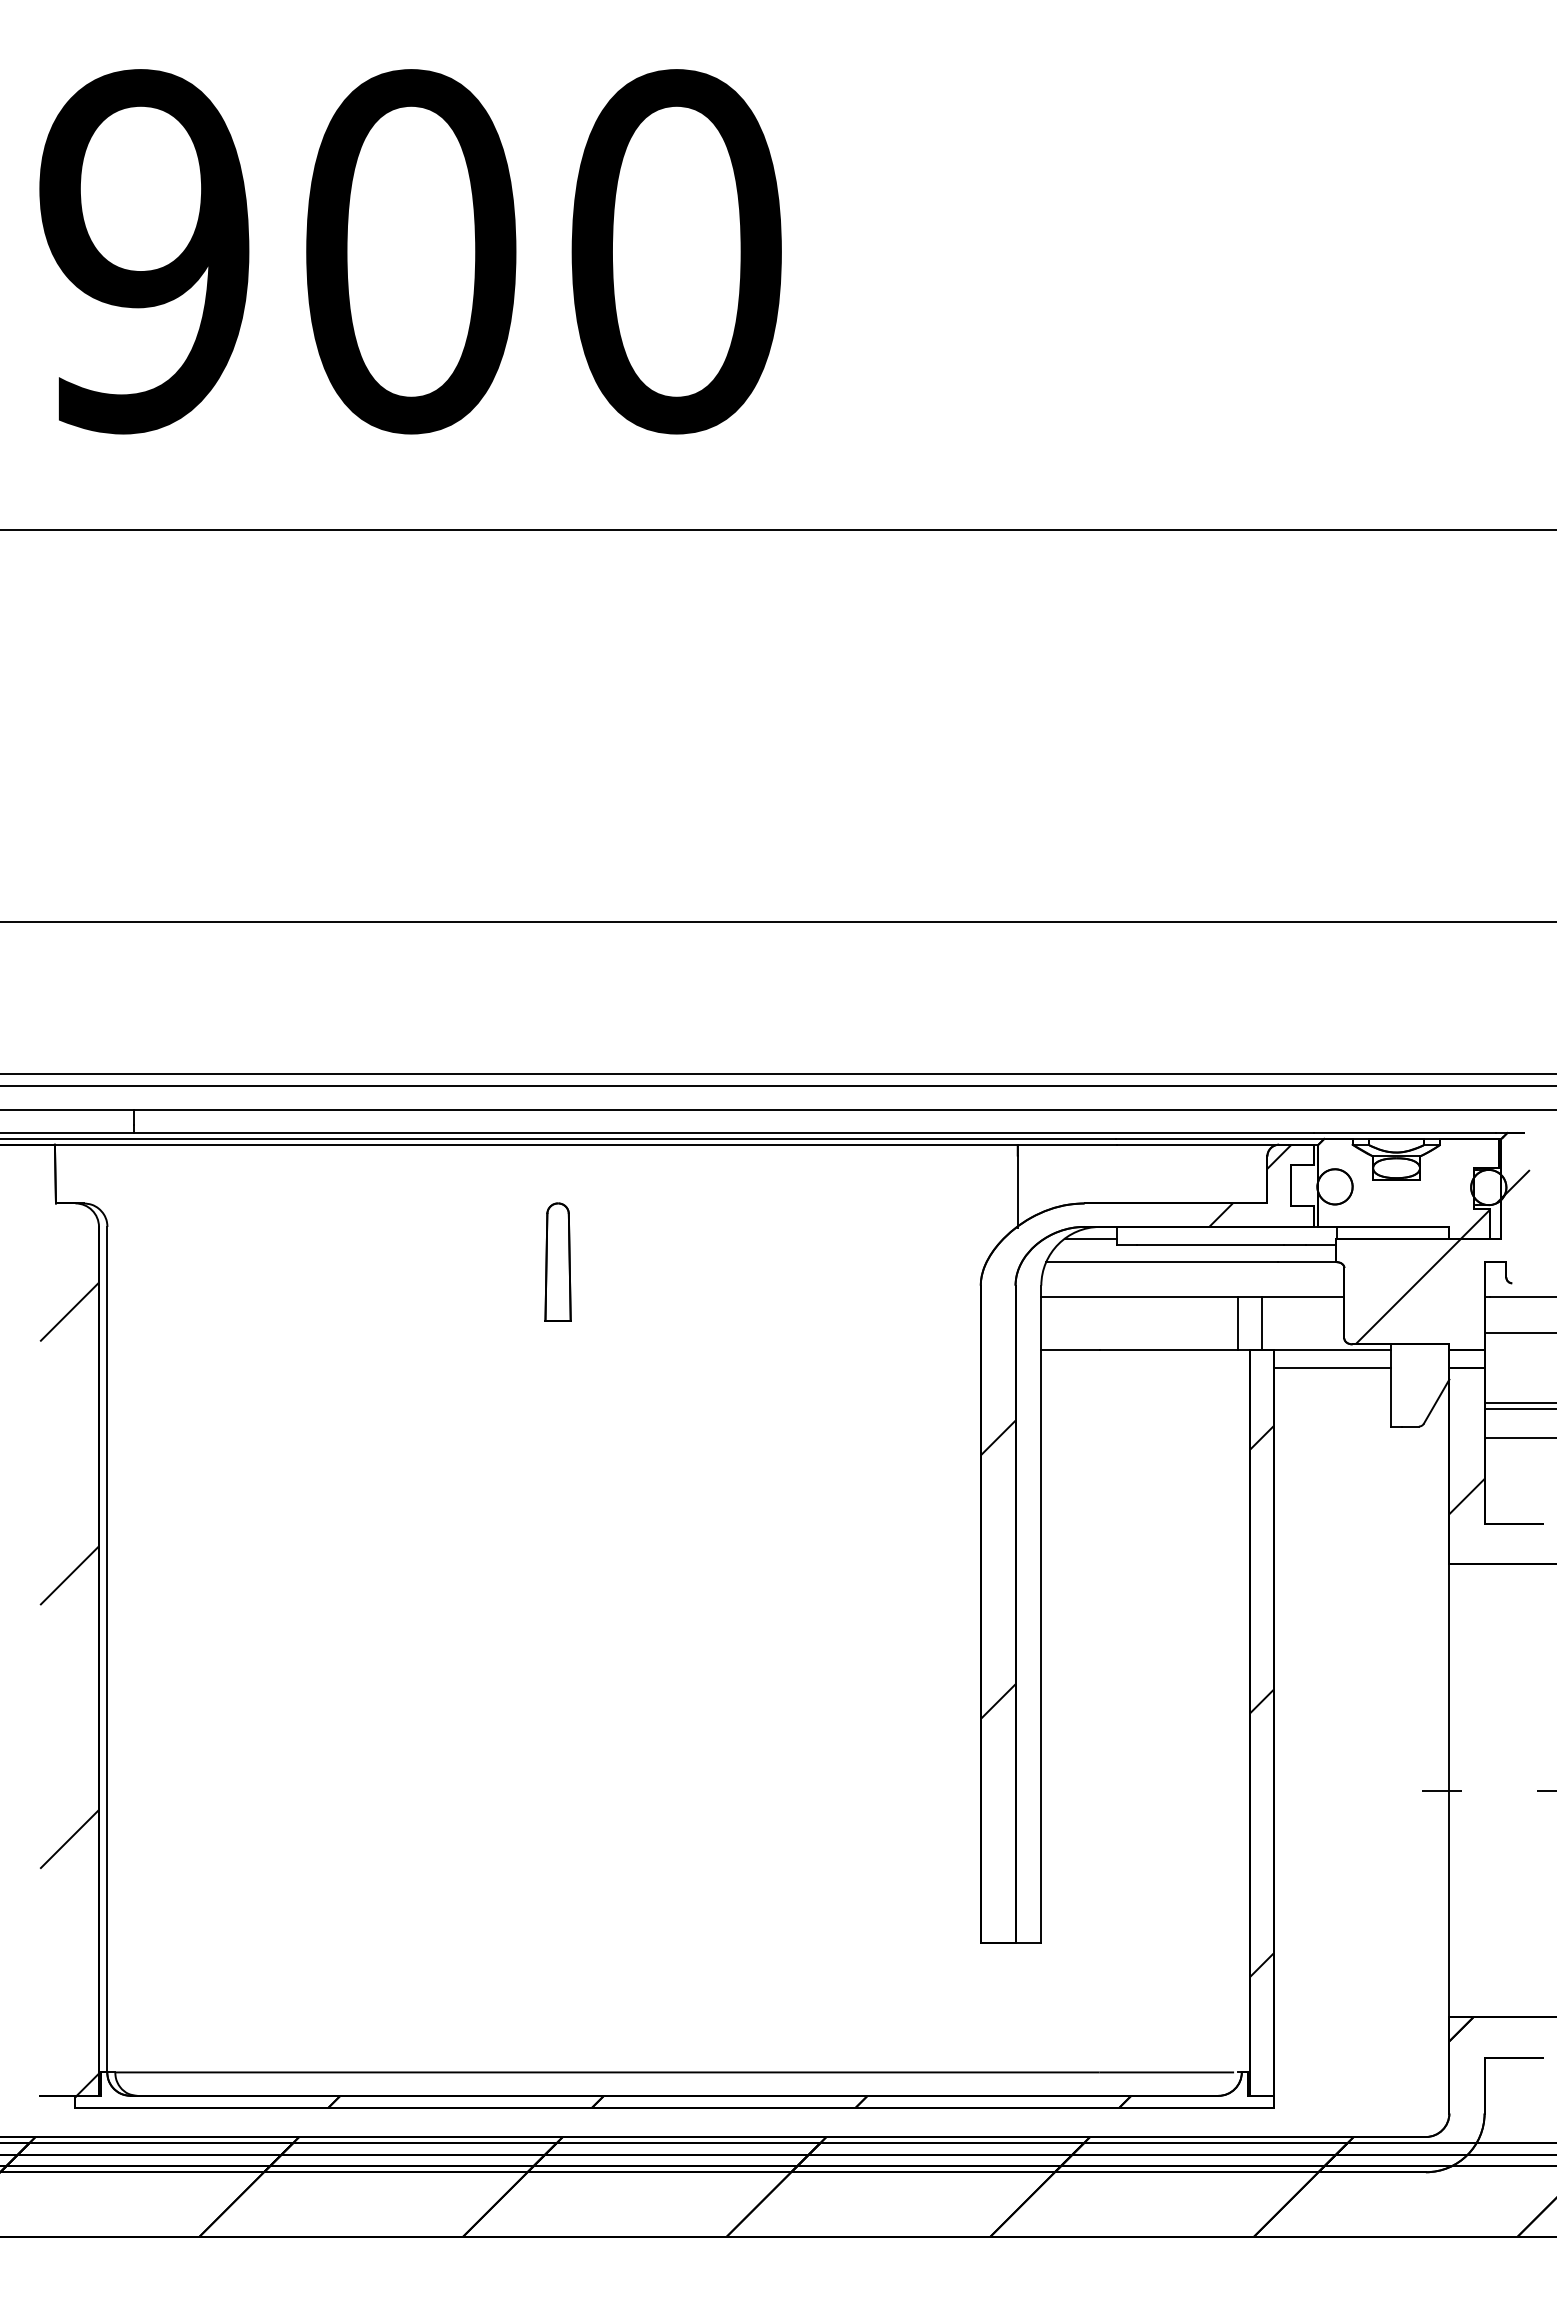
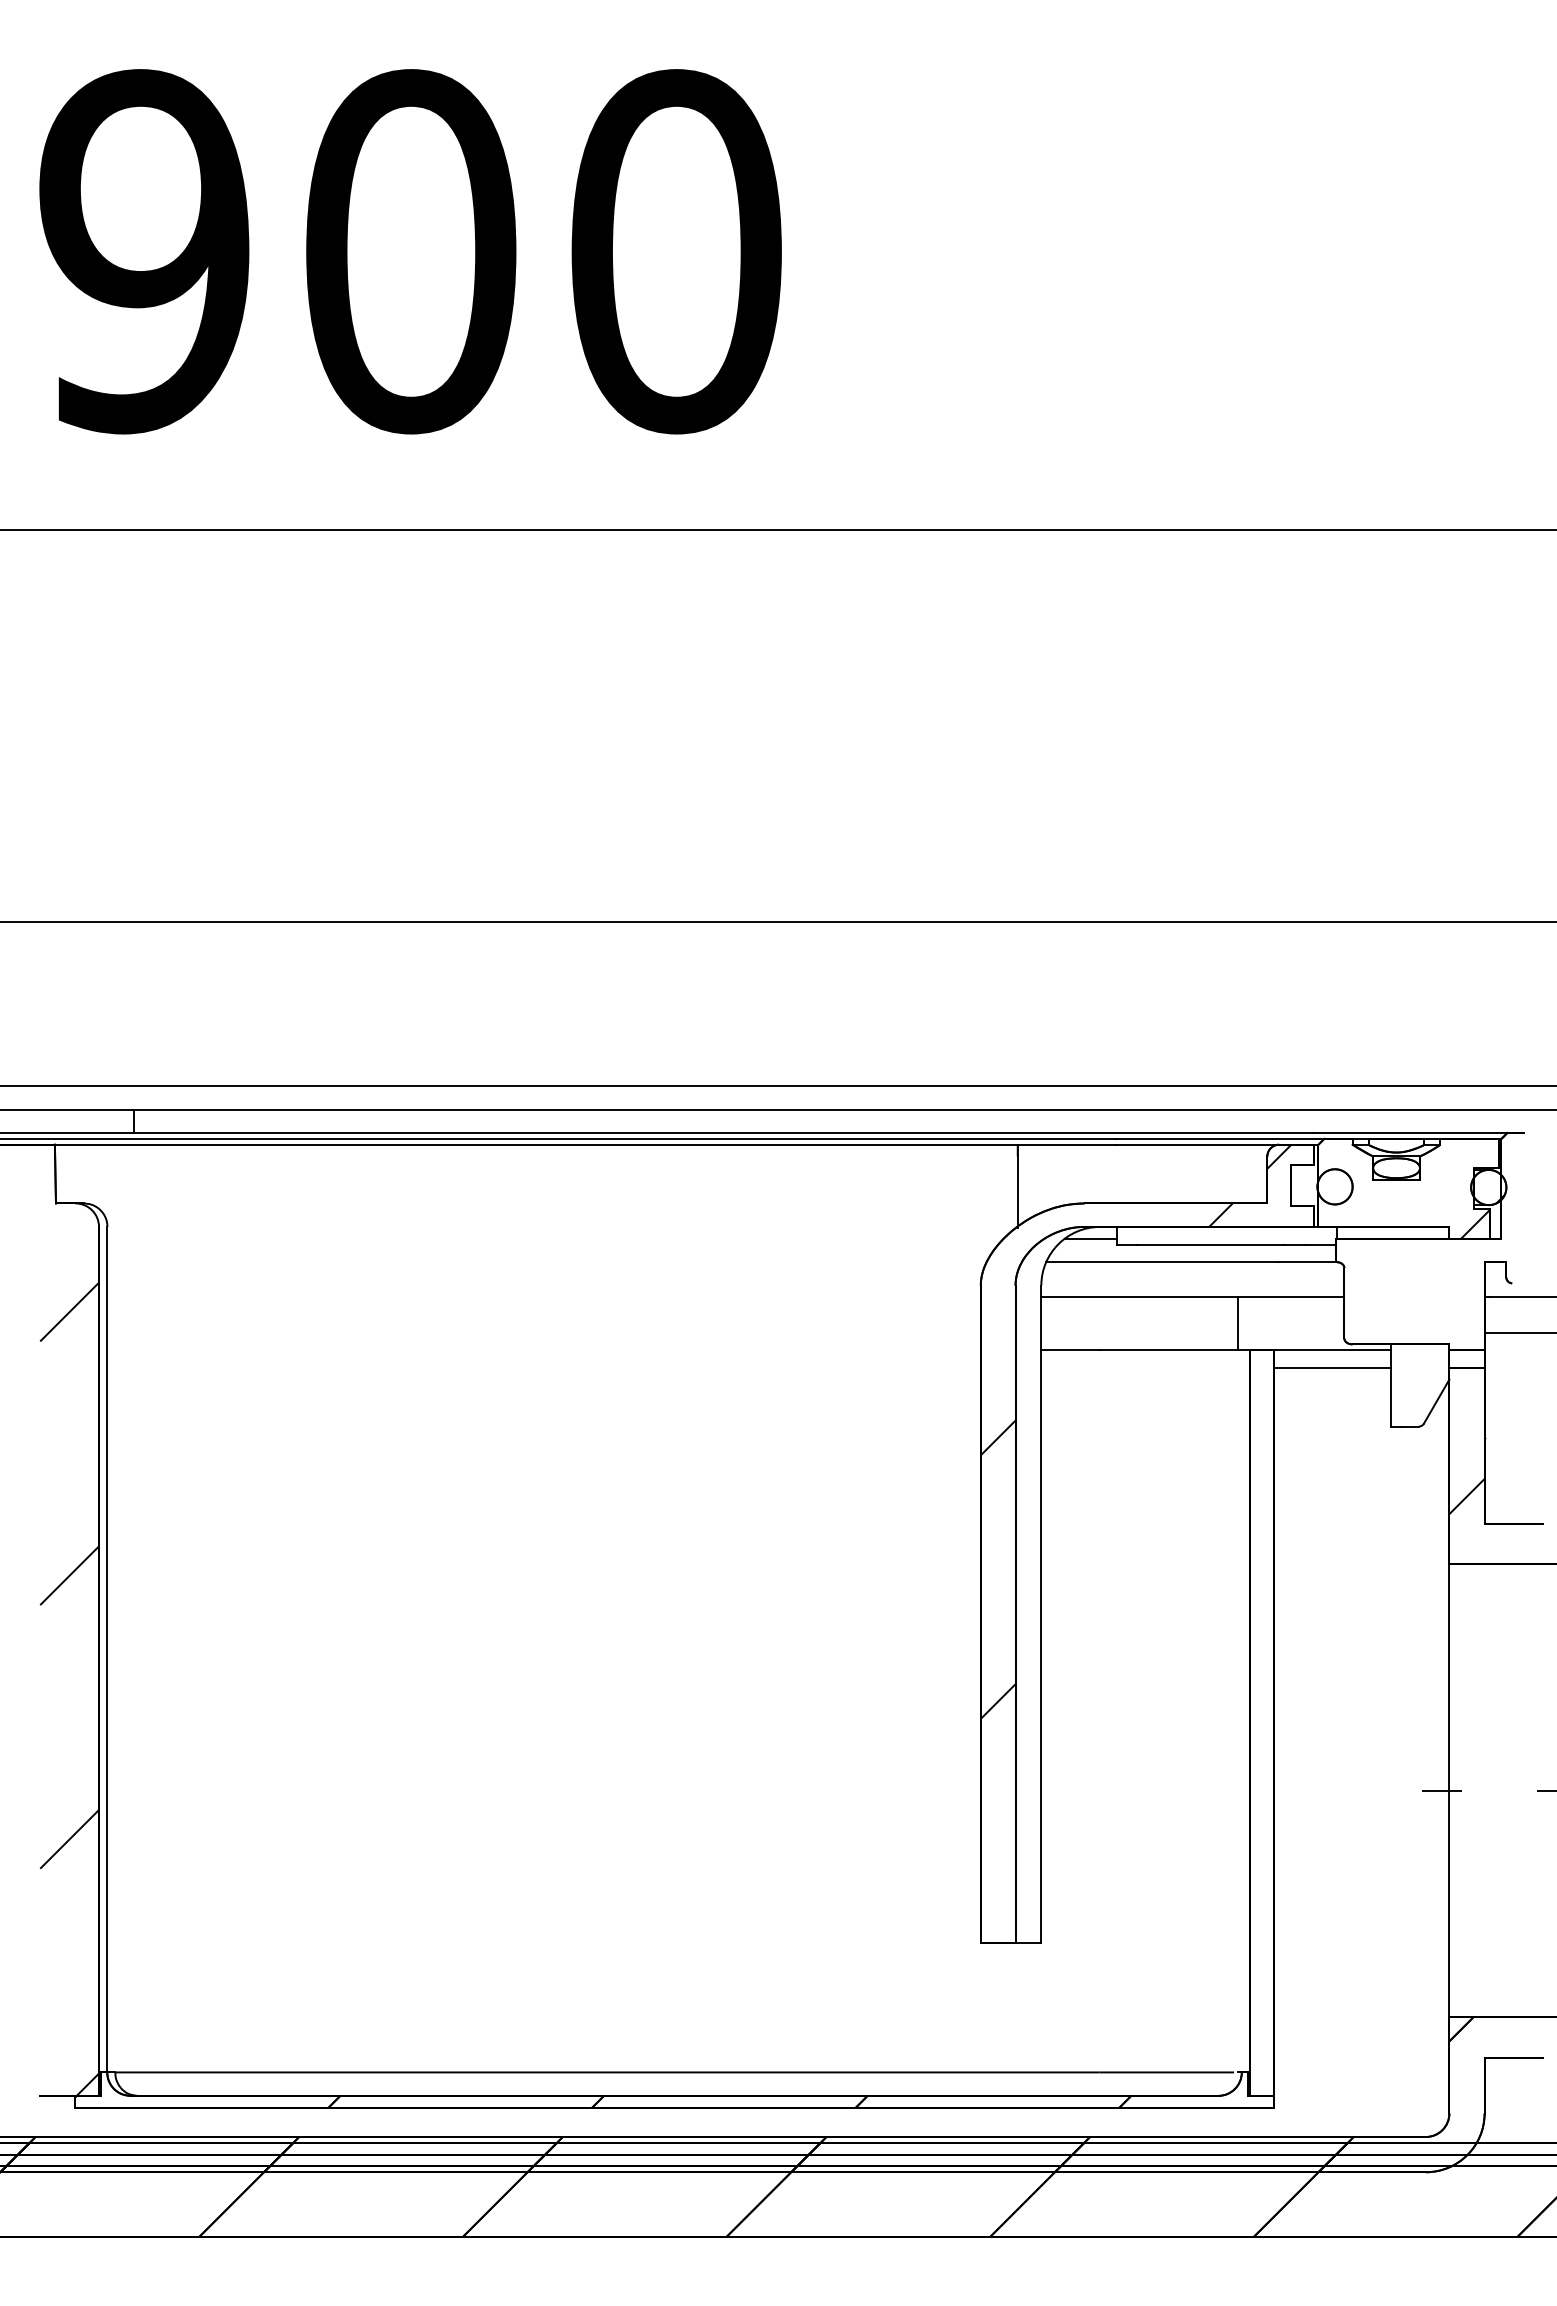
line at (777, 1074): present -> none
hatch at (1442, 1257): present -> none
part at (557, 1261): present -> none
line at (1261, 1323): present -> none
line at (1518, 1403): present -> none
line at (1518, 1408): present -> none
line at (1518, 1438): present -> none
hatch at (1261, 1701): present -> none
